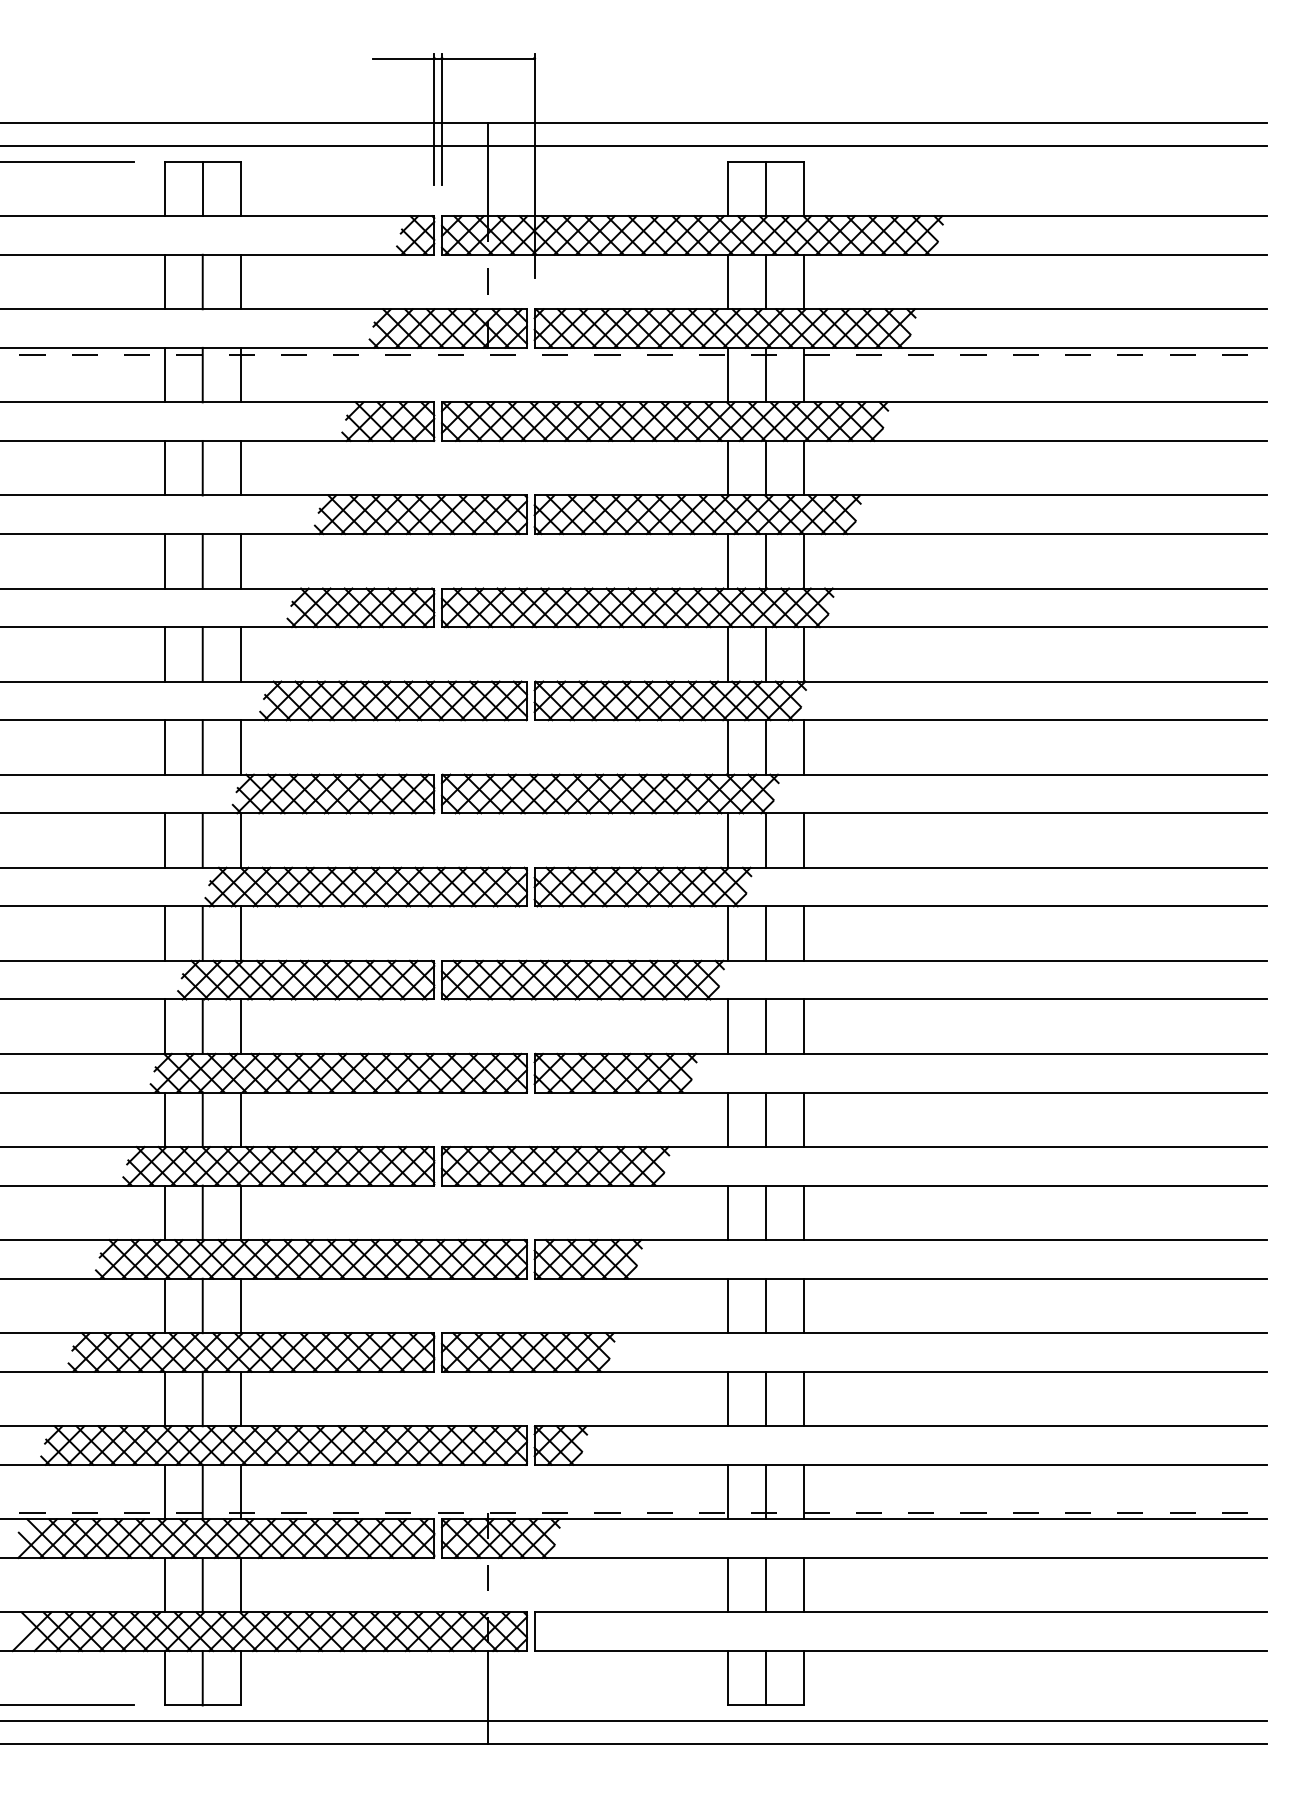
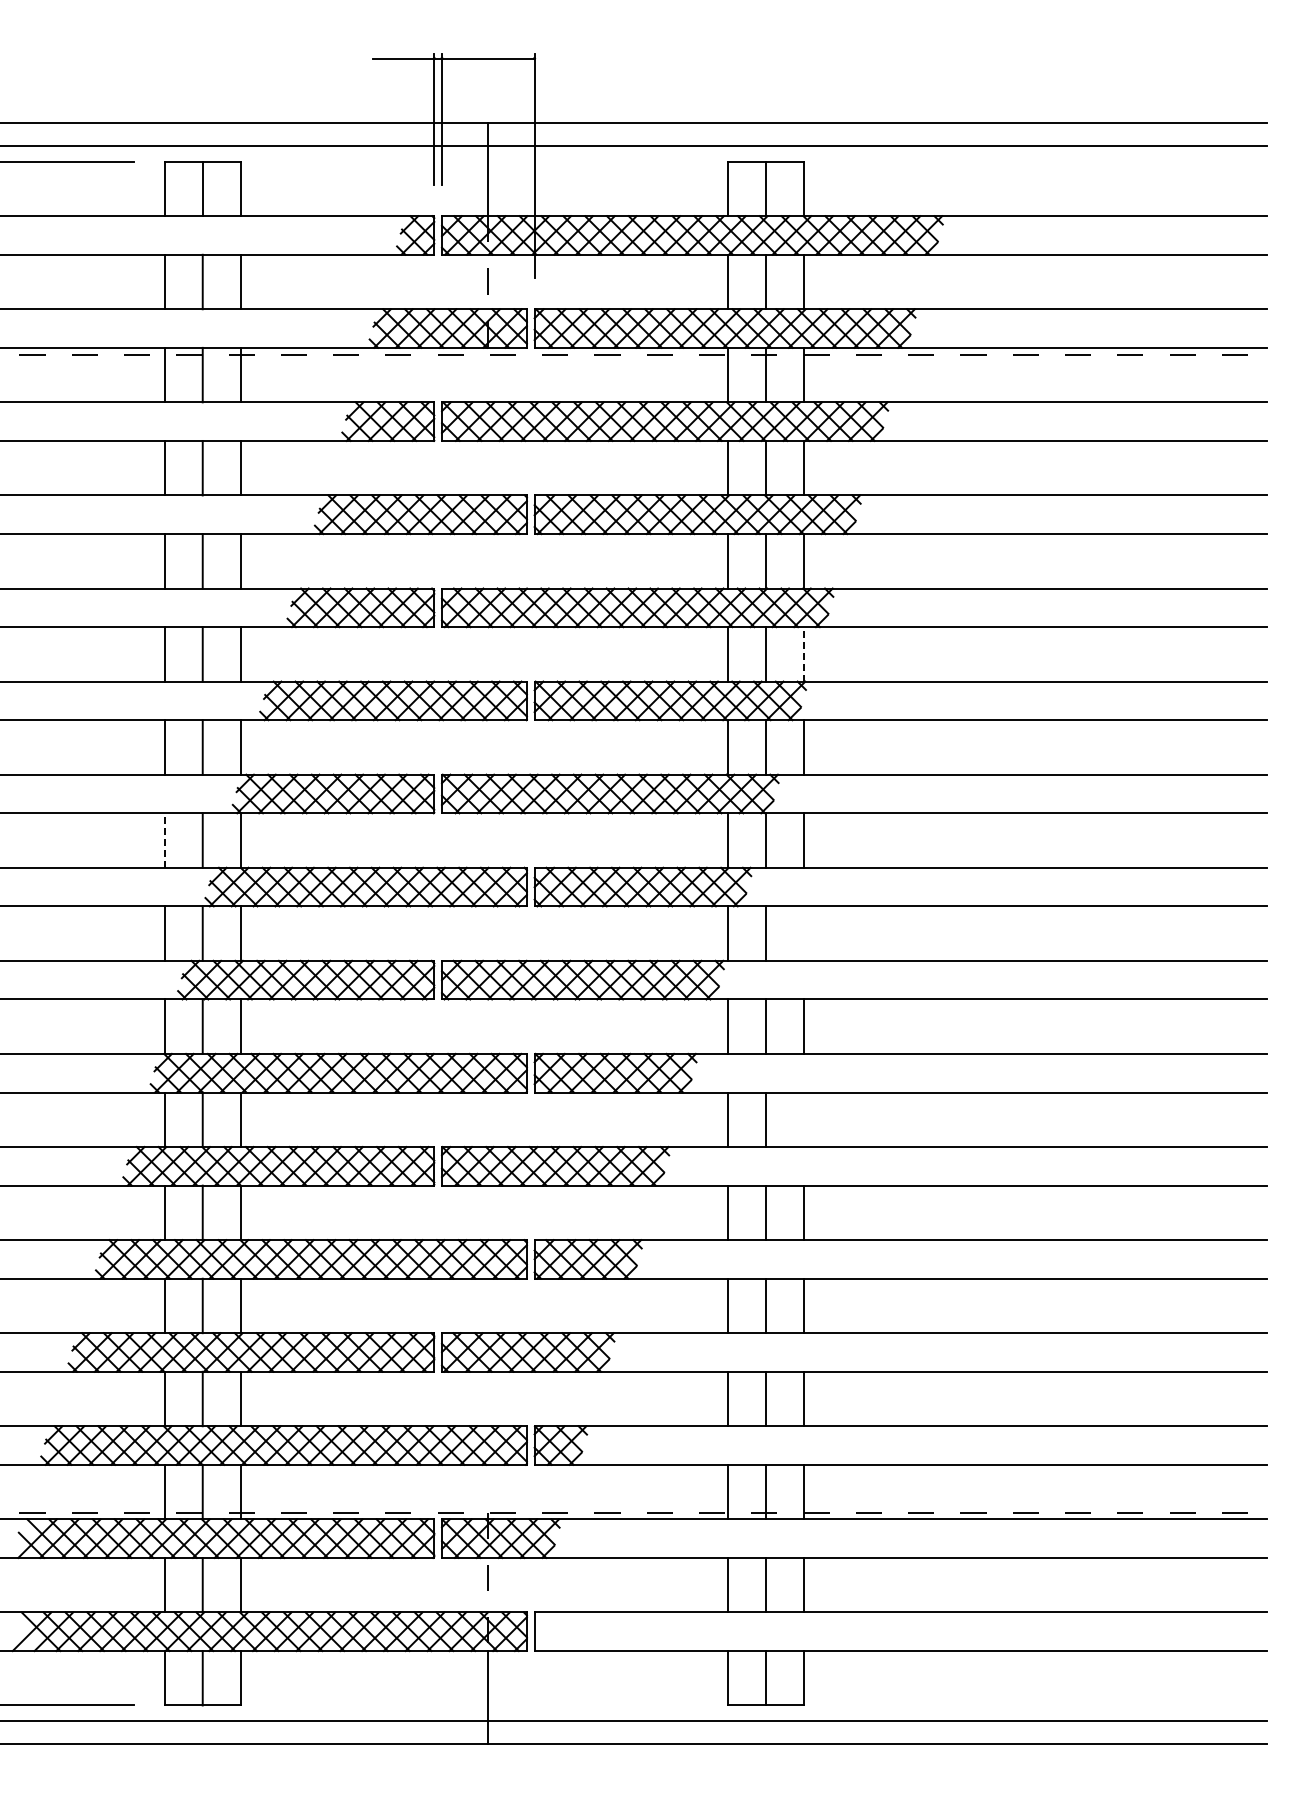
line at (804, 653): solid -> dashed
line at (164, 840): solid -> dashed
line at (804, 933): present -> none
line at (804, 1119): present -> none
